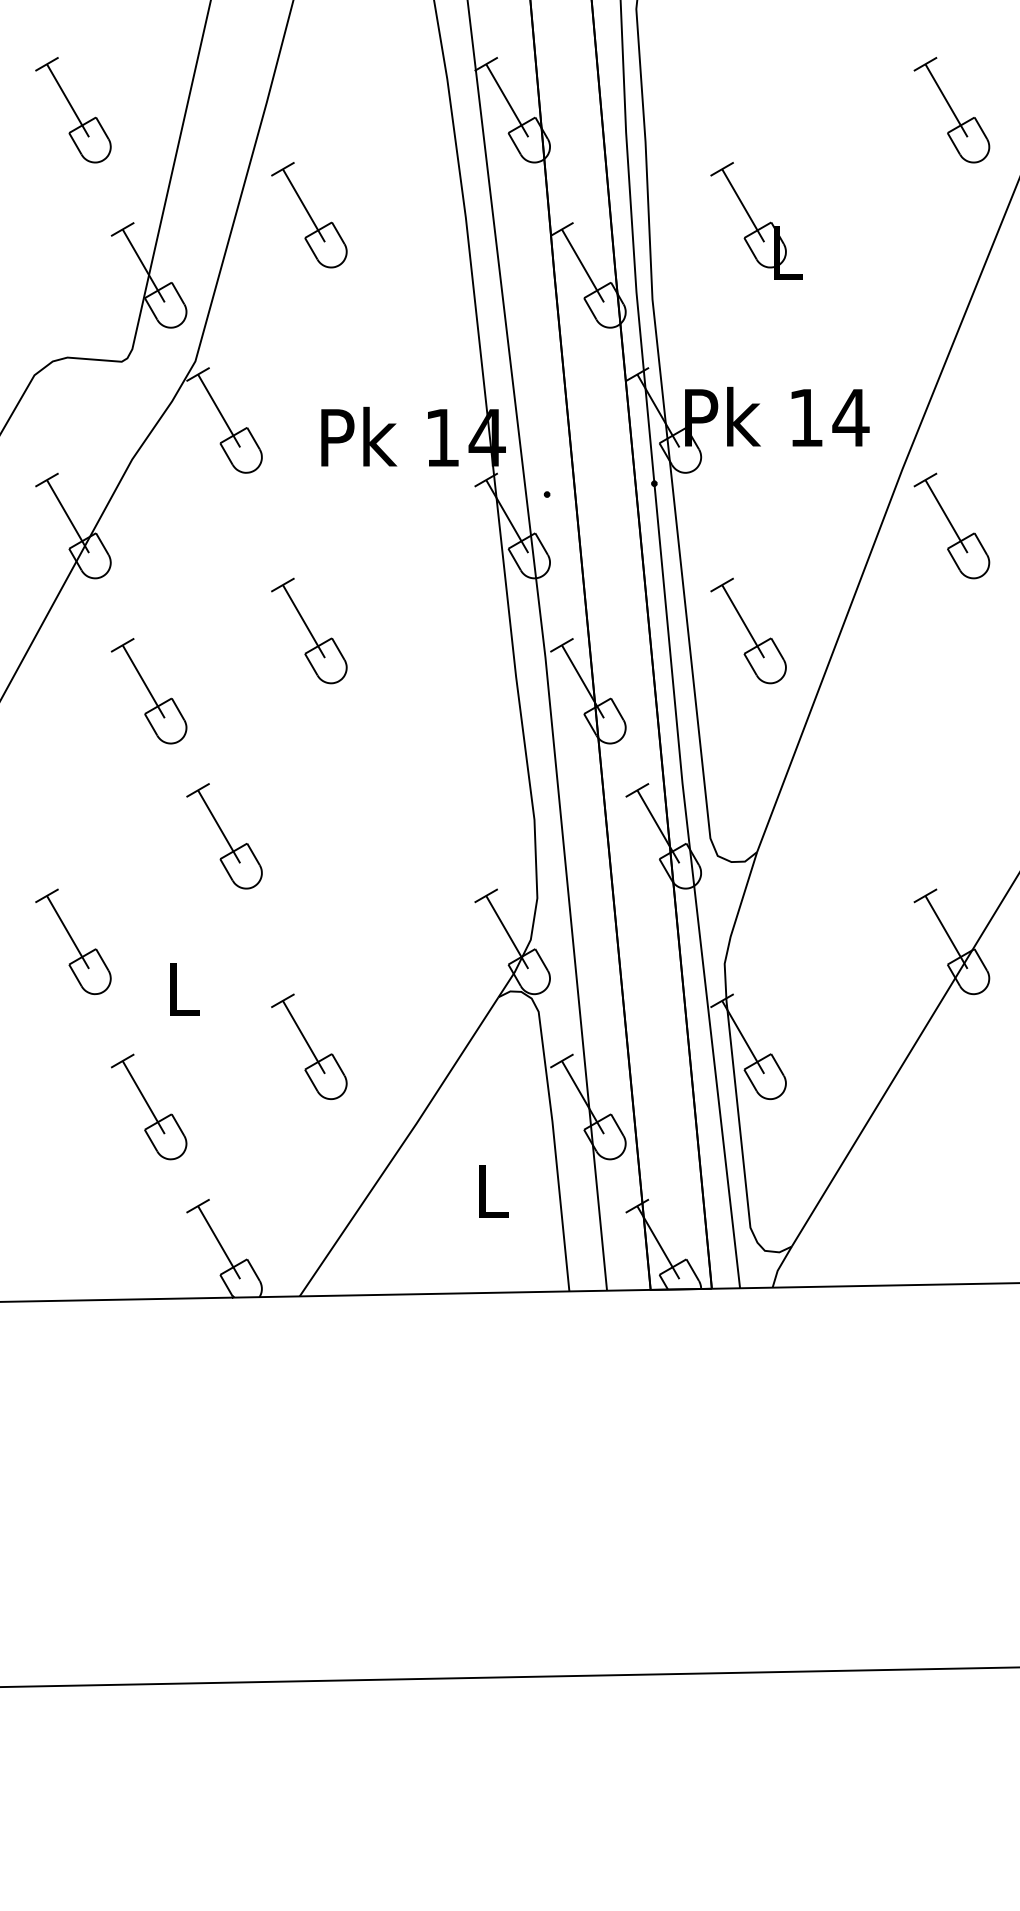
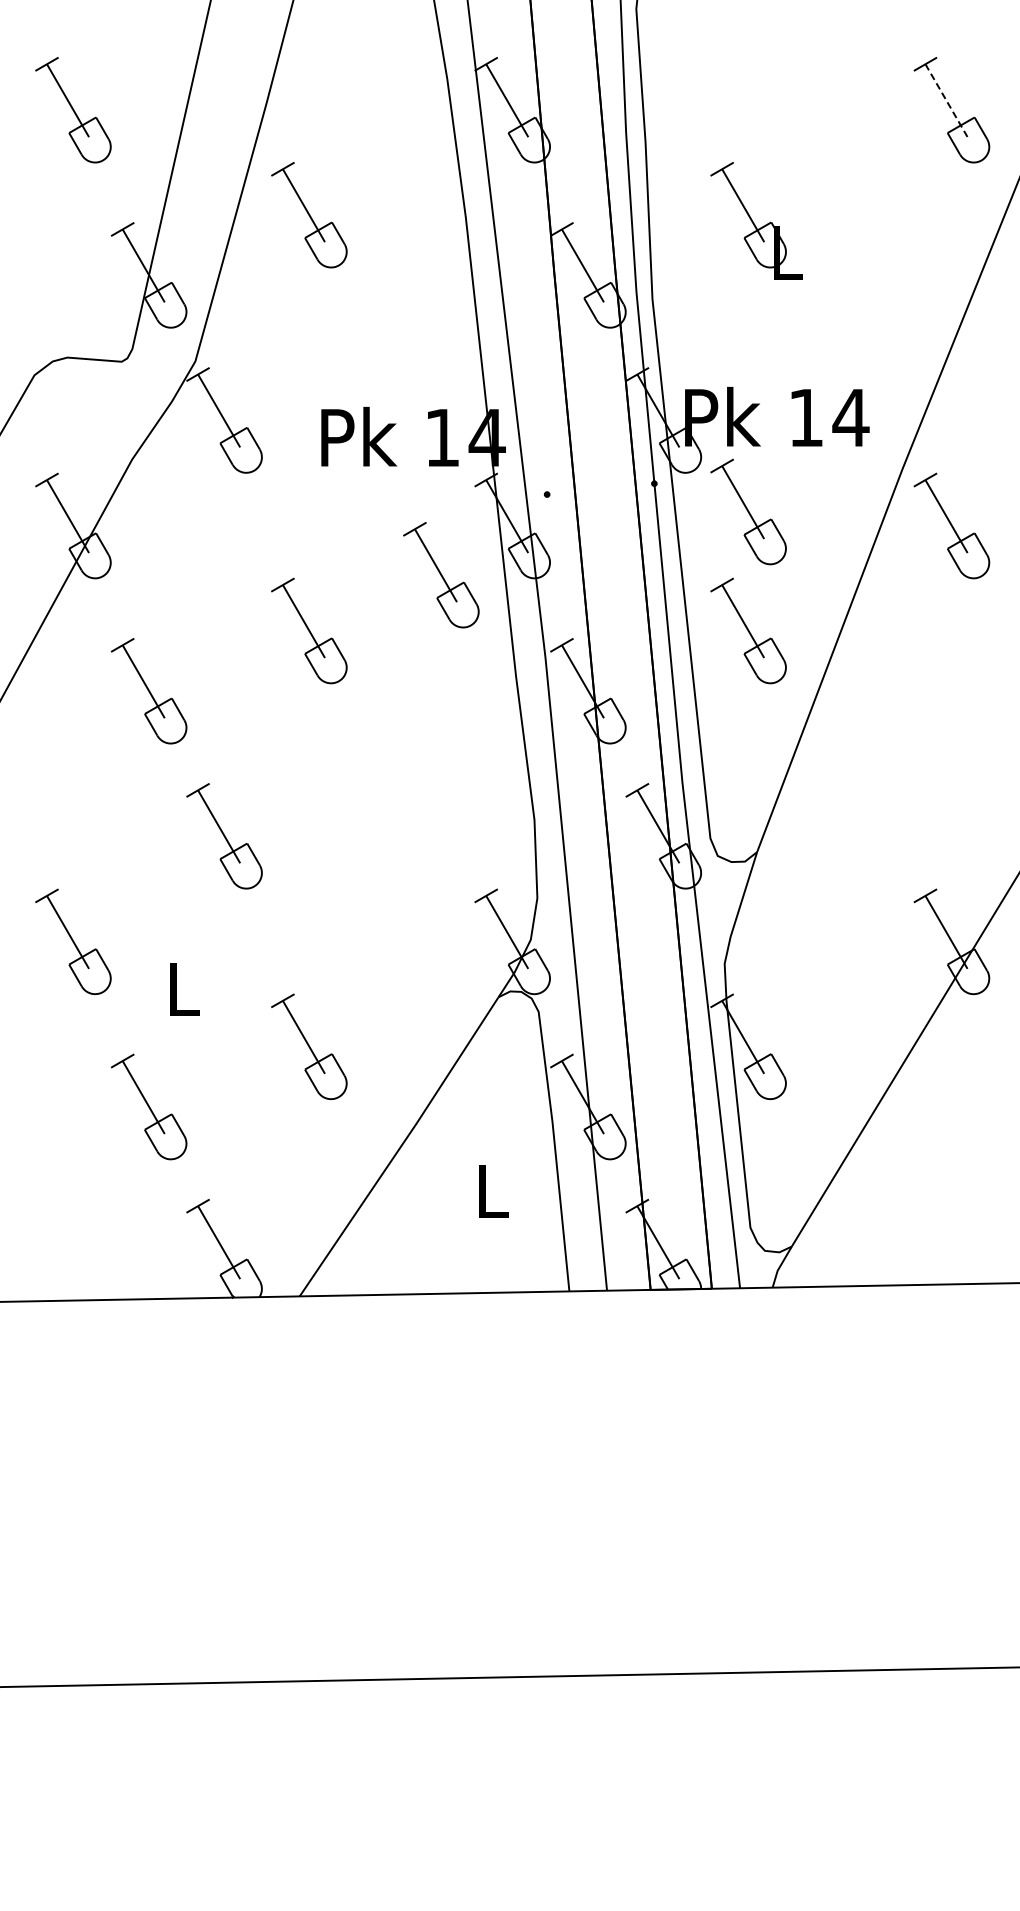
line at (946, 101): solid -> dashed
part at (748, 511): none -> present
part at (441, 575): none -> present
